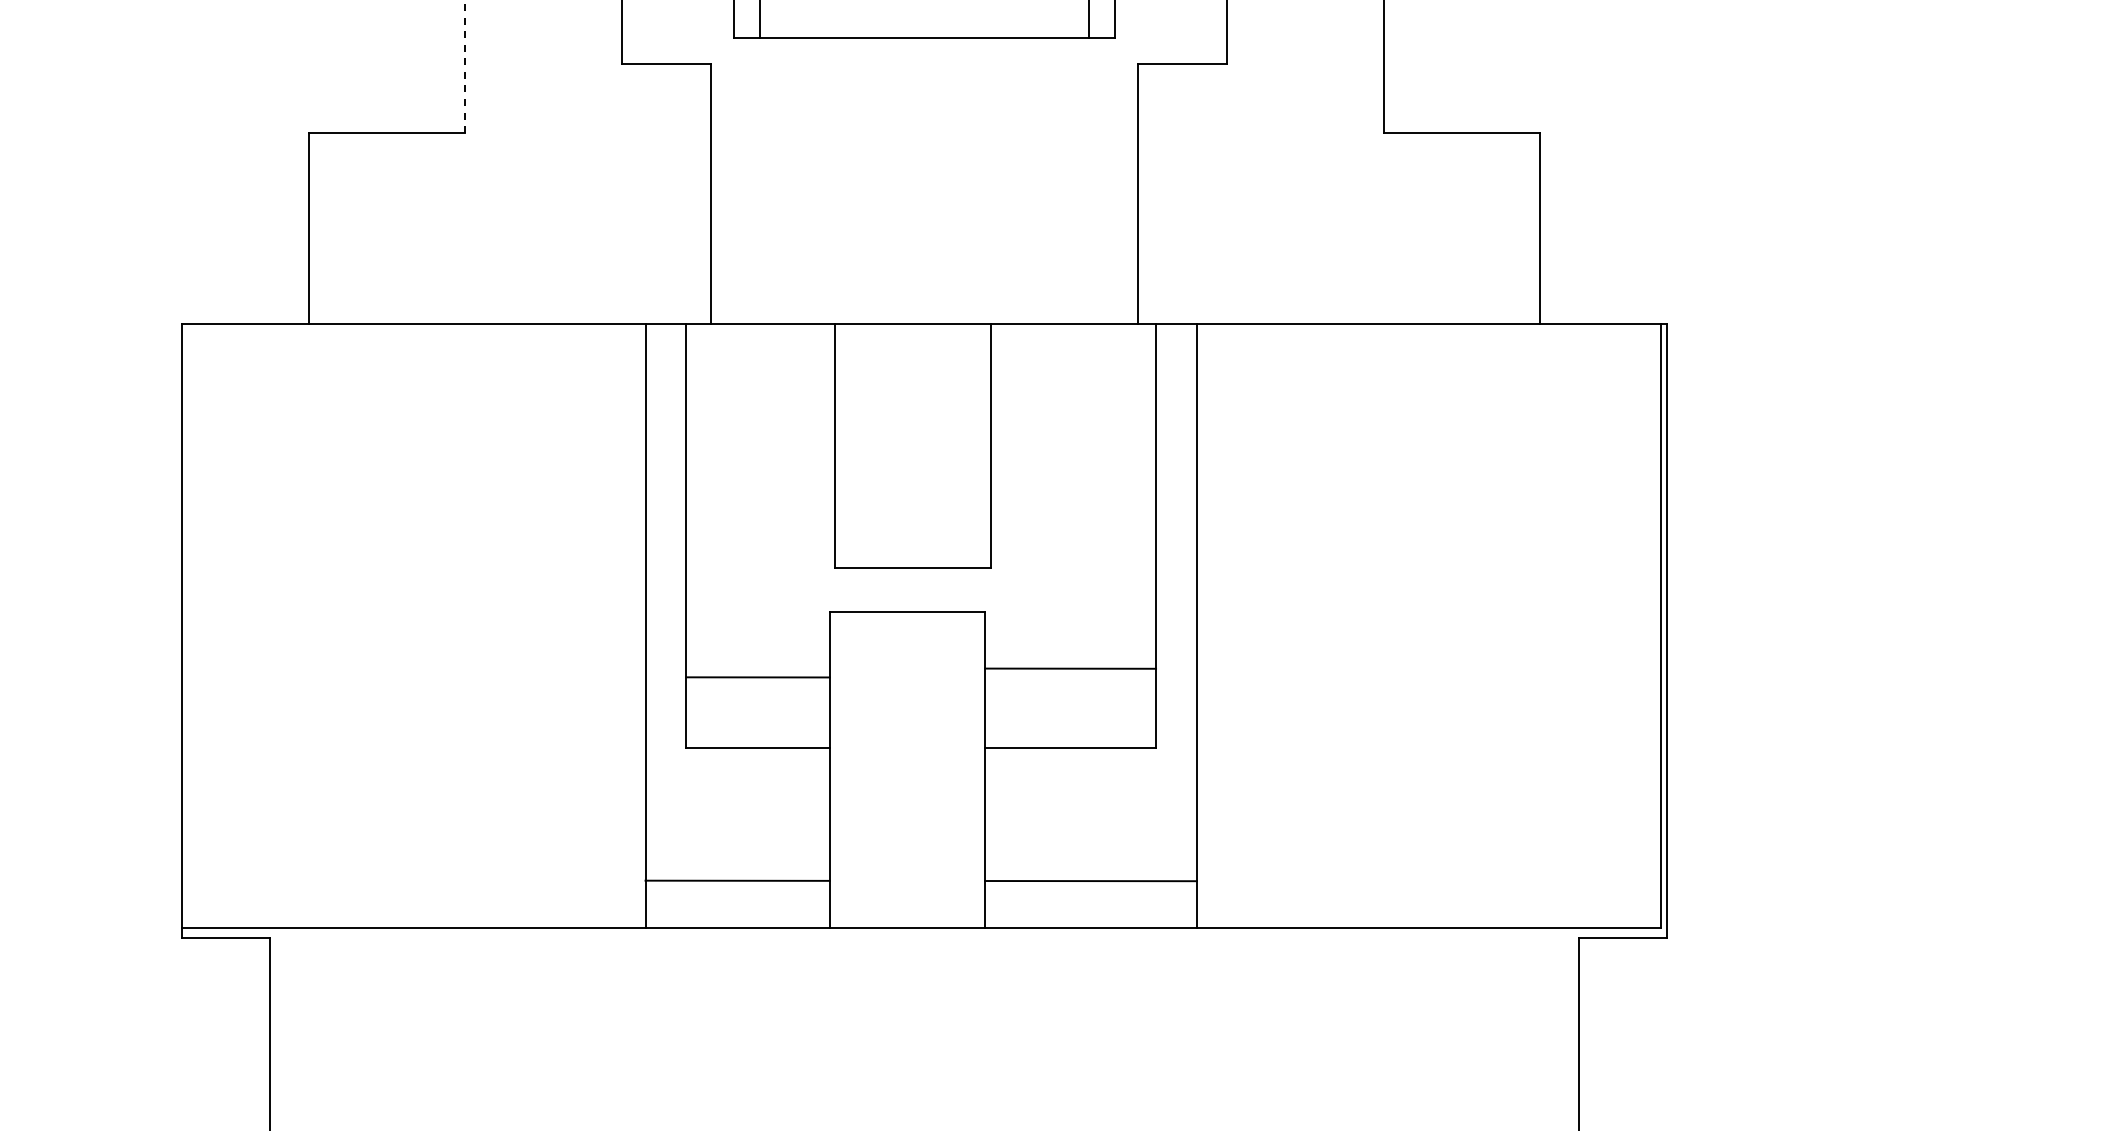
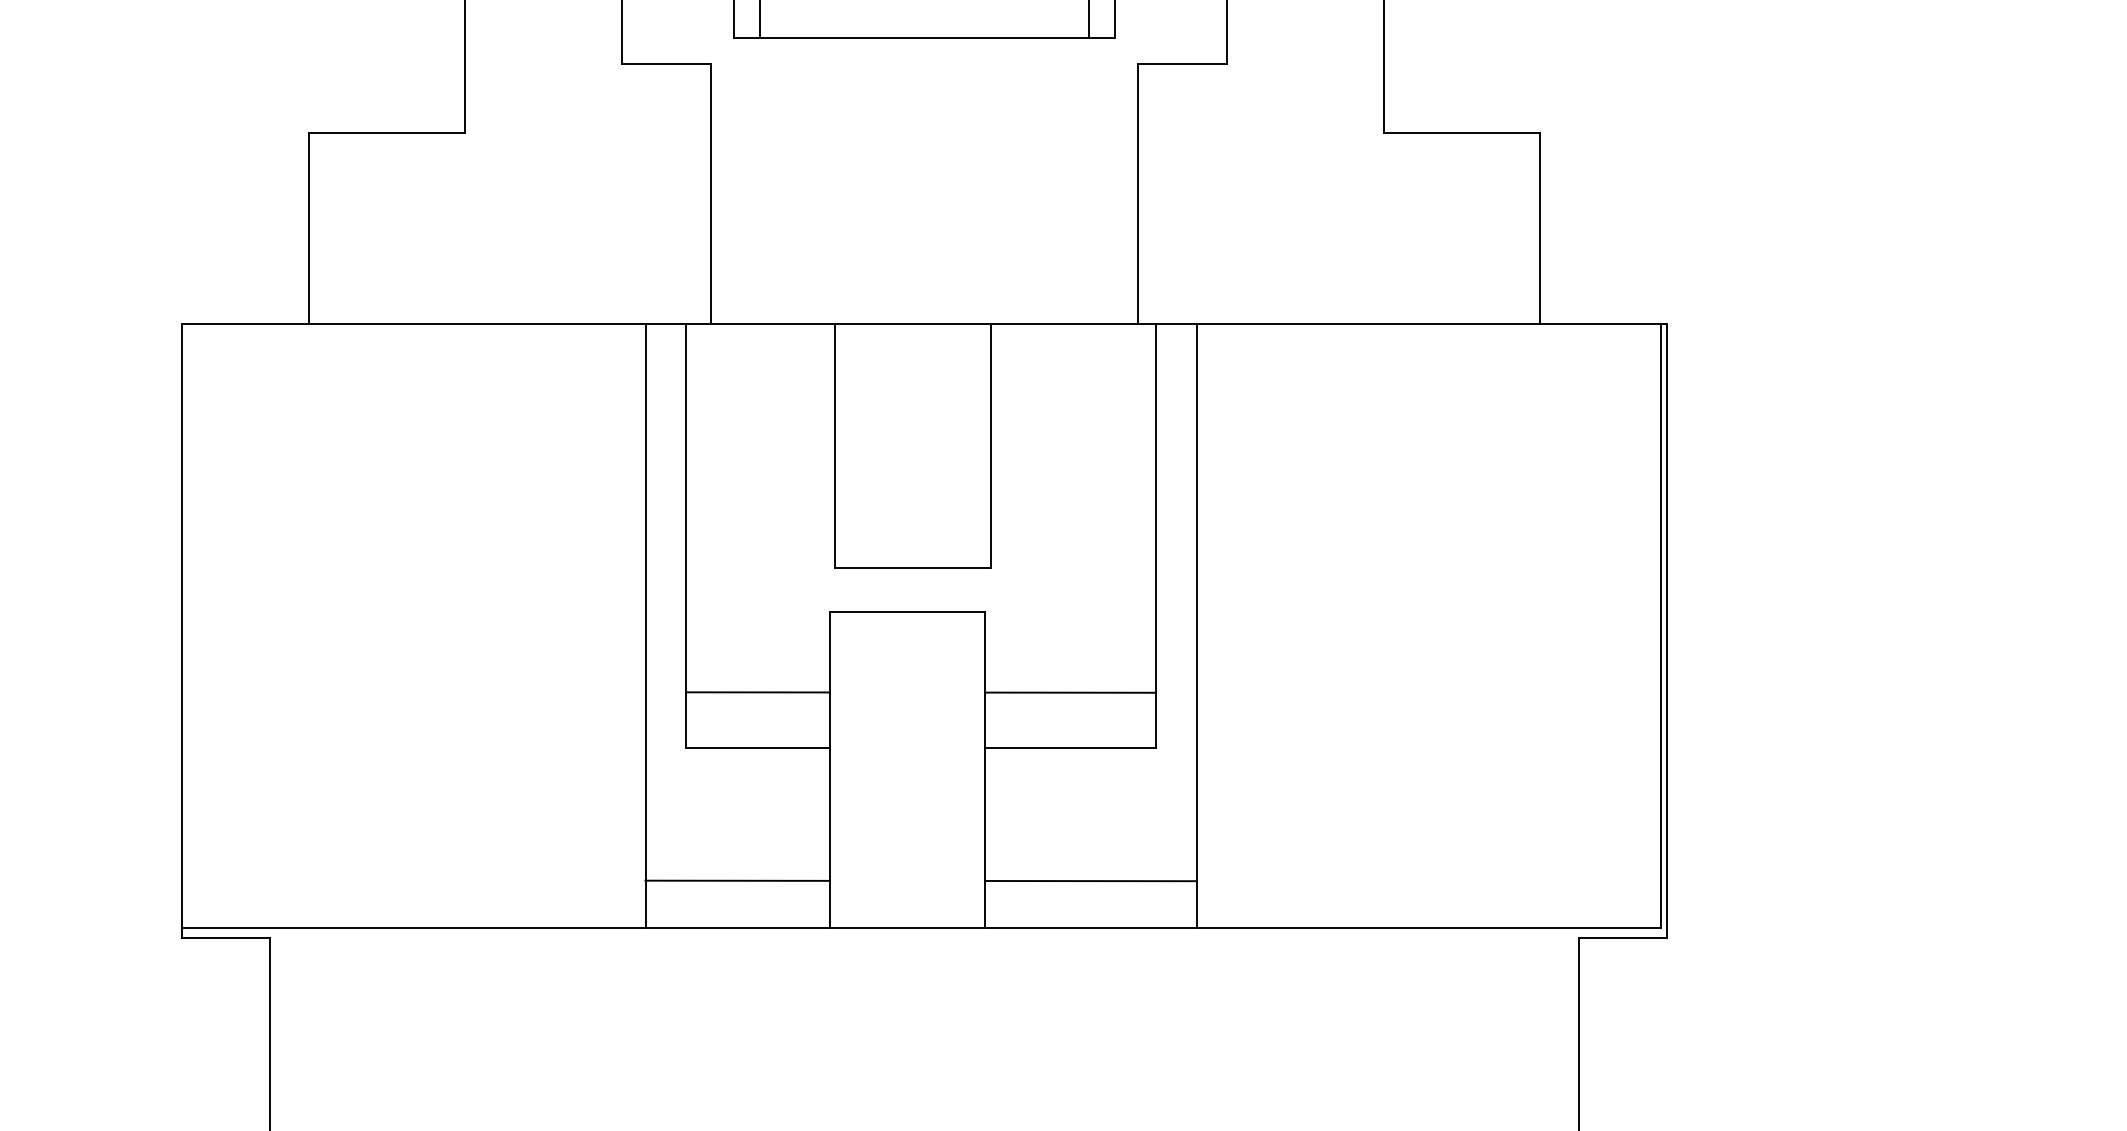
line at (464, 66): dashed -> solid
line at (1070, 668) position: (1070, 668) -> (1070, 692)
line at (757, 677) position: (757, 677) -> (757, 692)
